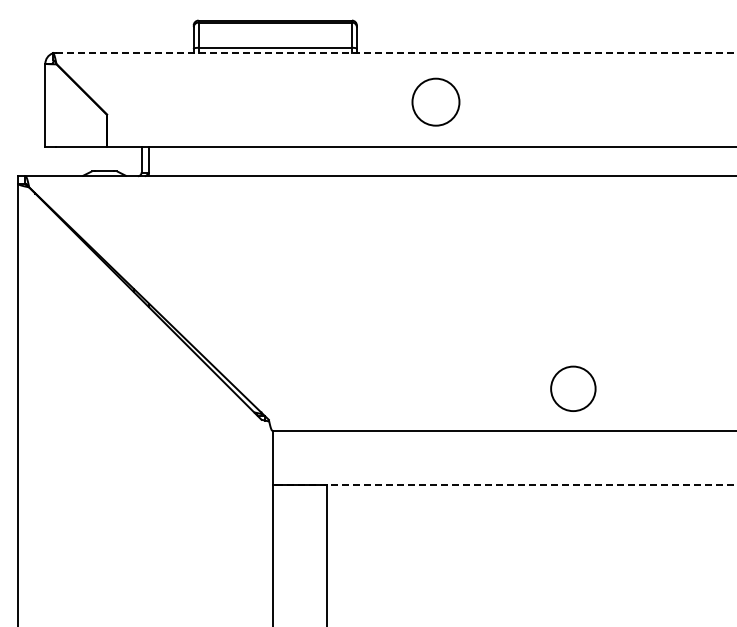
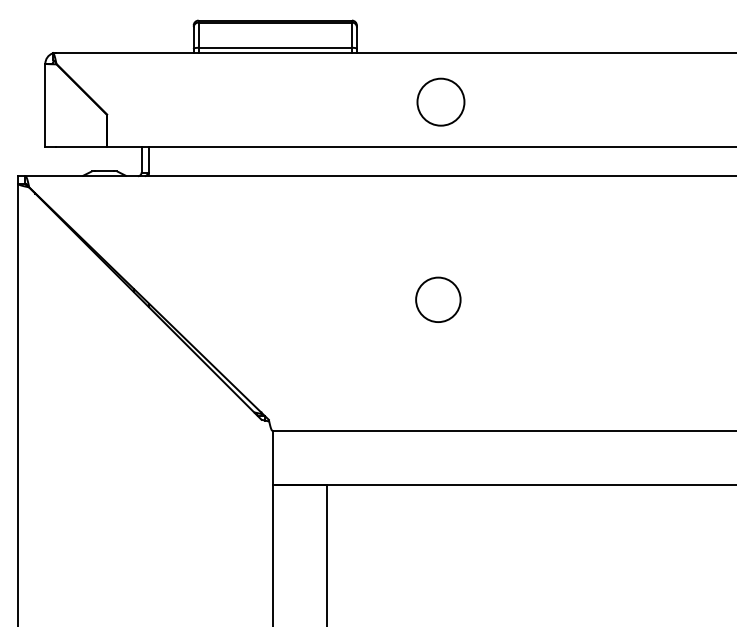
line at (396, 52): dashed -> solid
circle at (435, 101) position: (435, 101) -> (440, 101)
circle at (573, 388) position: (573, 388) -> (438, 299)
line at (506, 485): dashed -> solid
